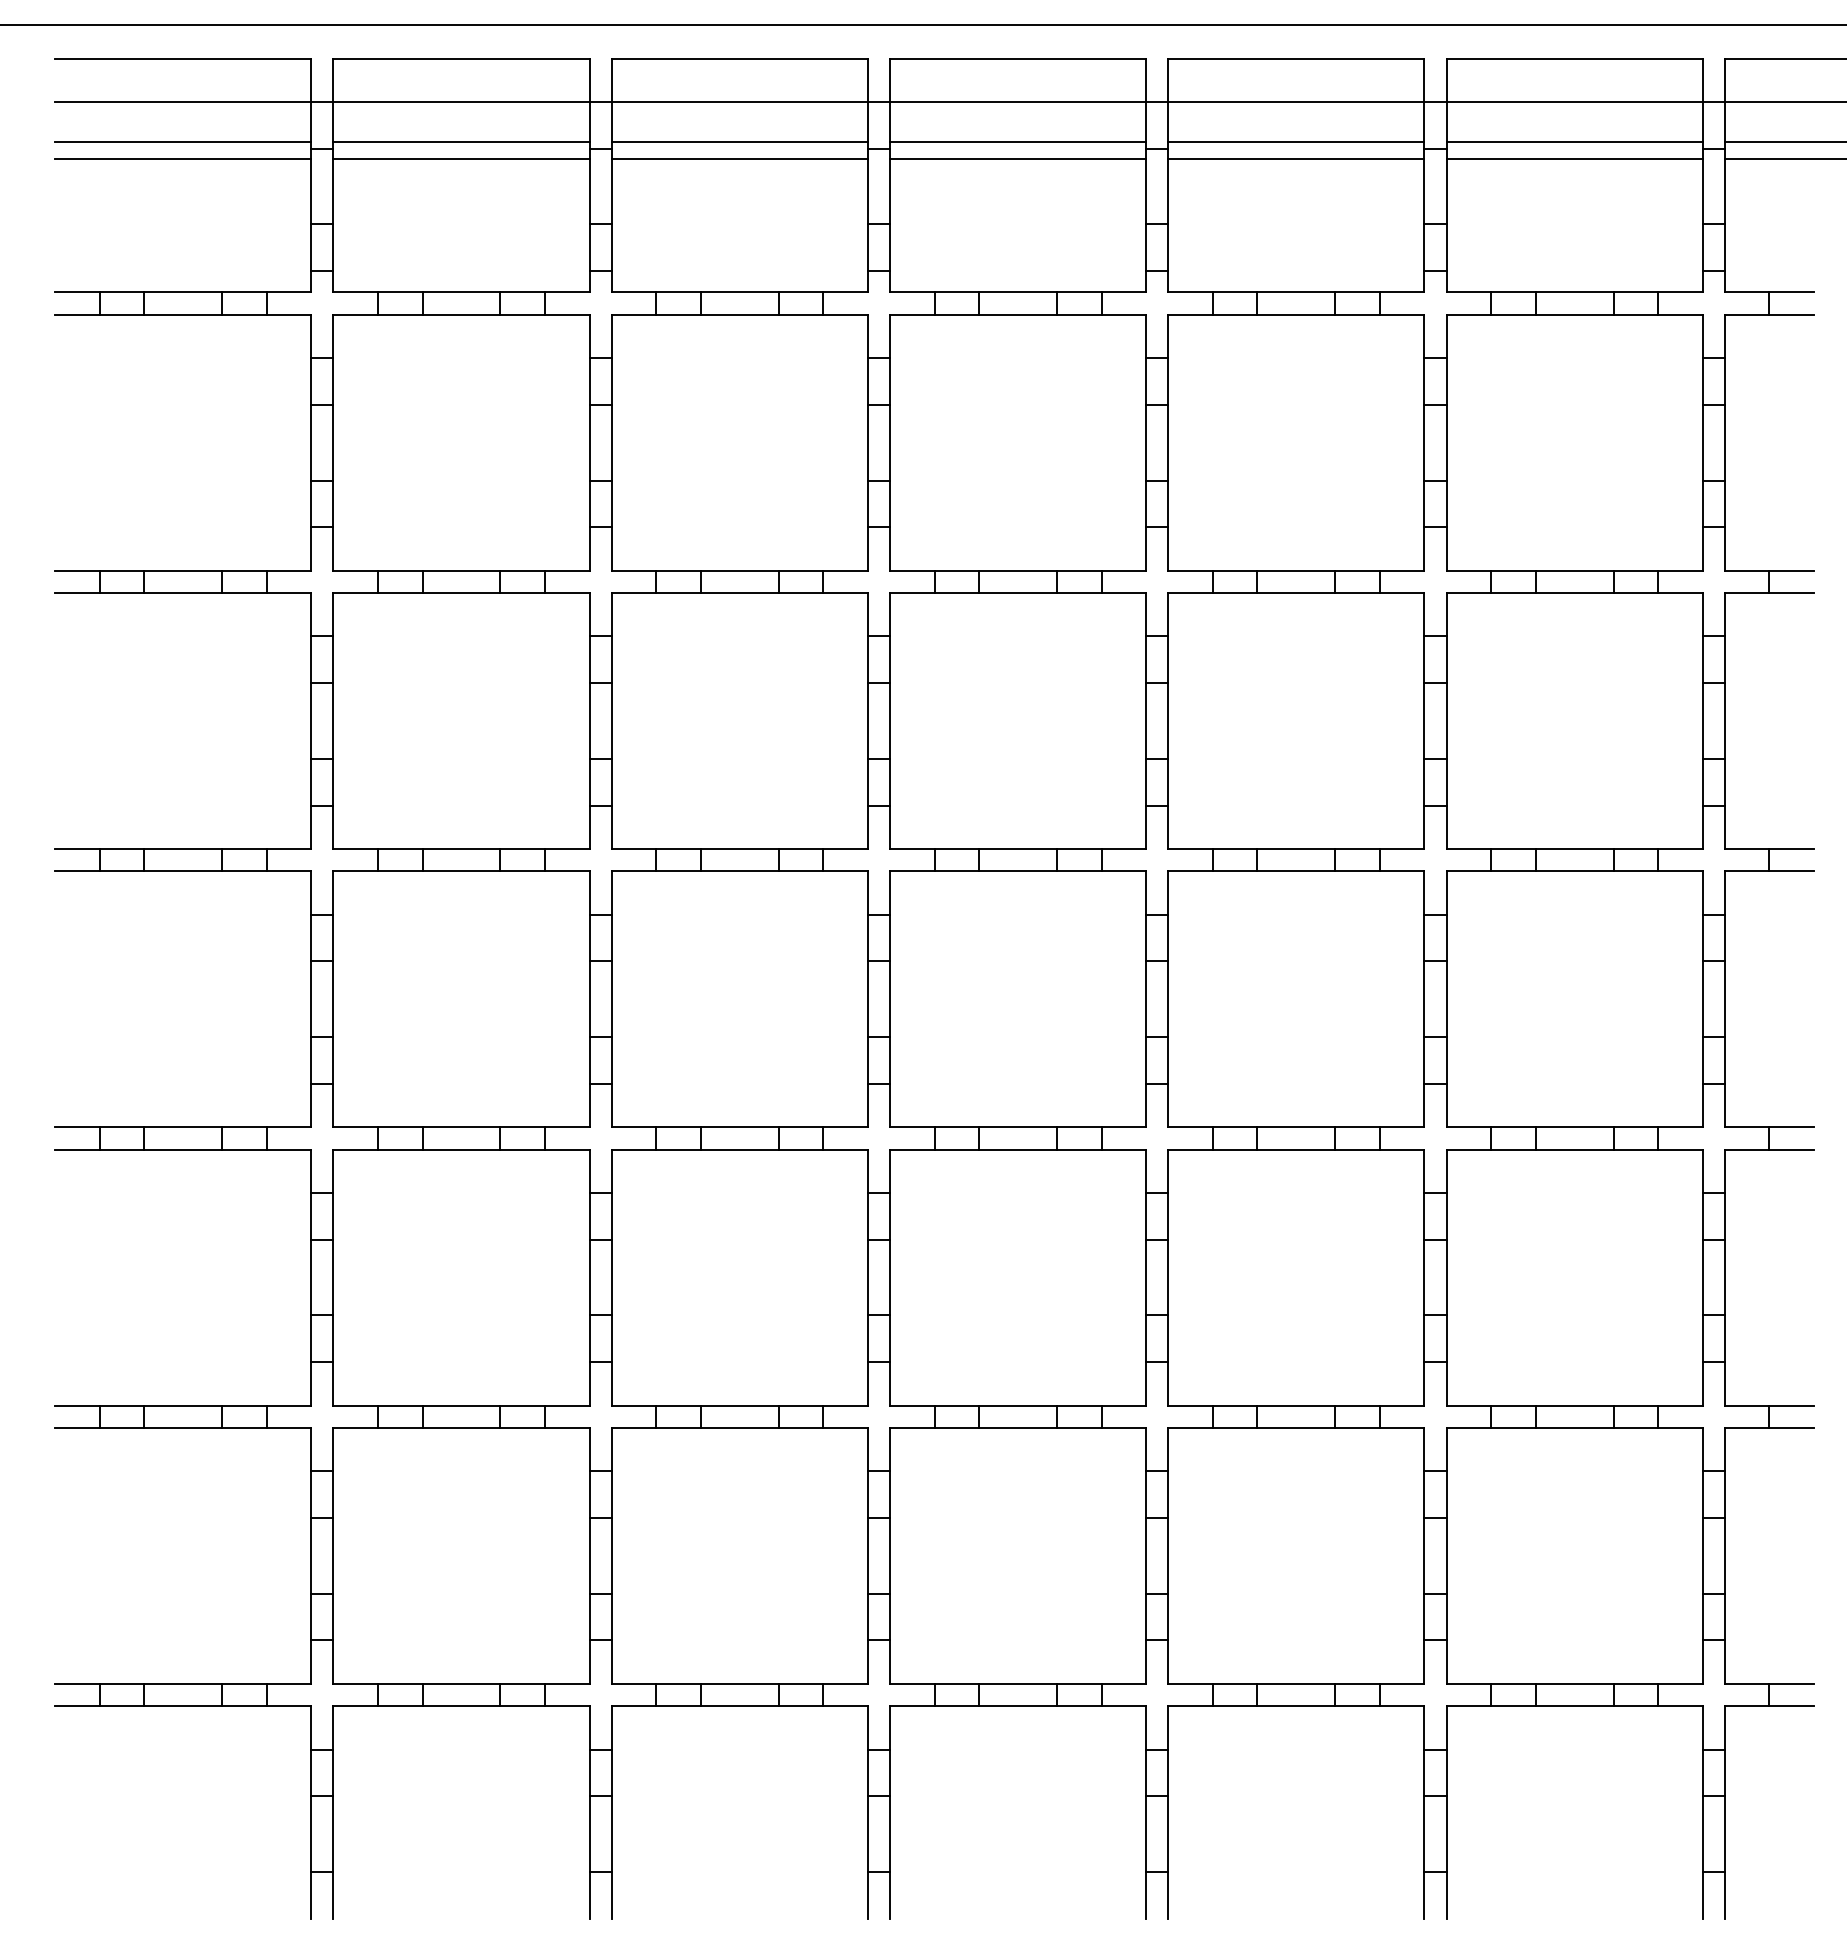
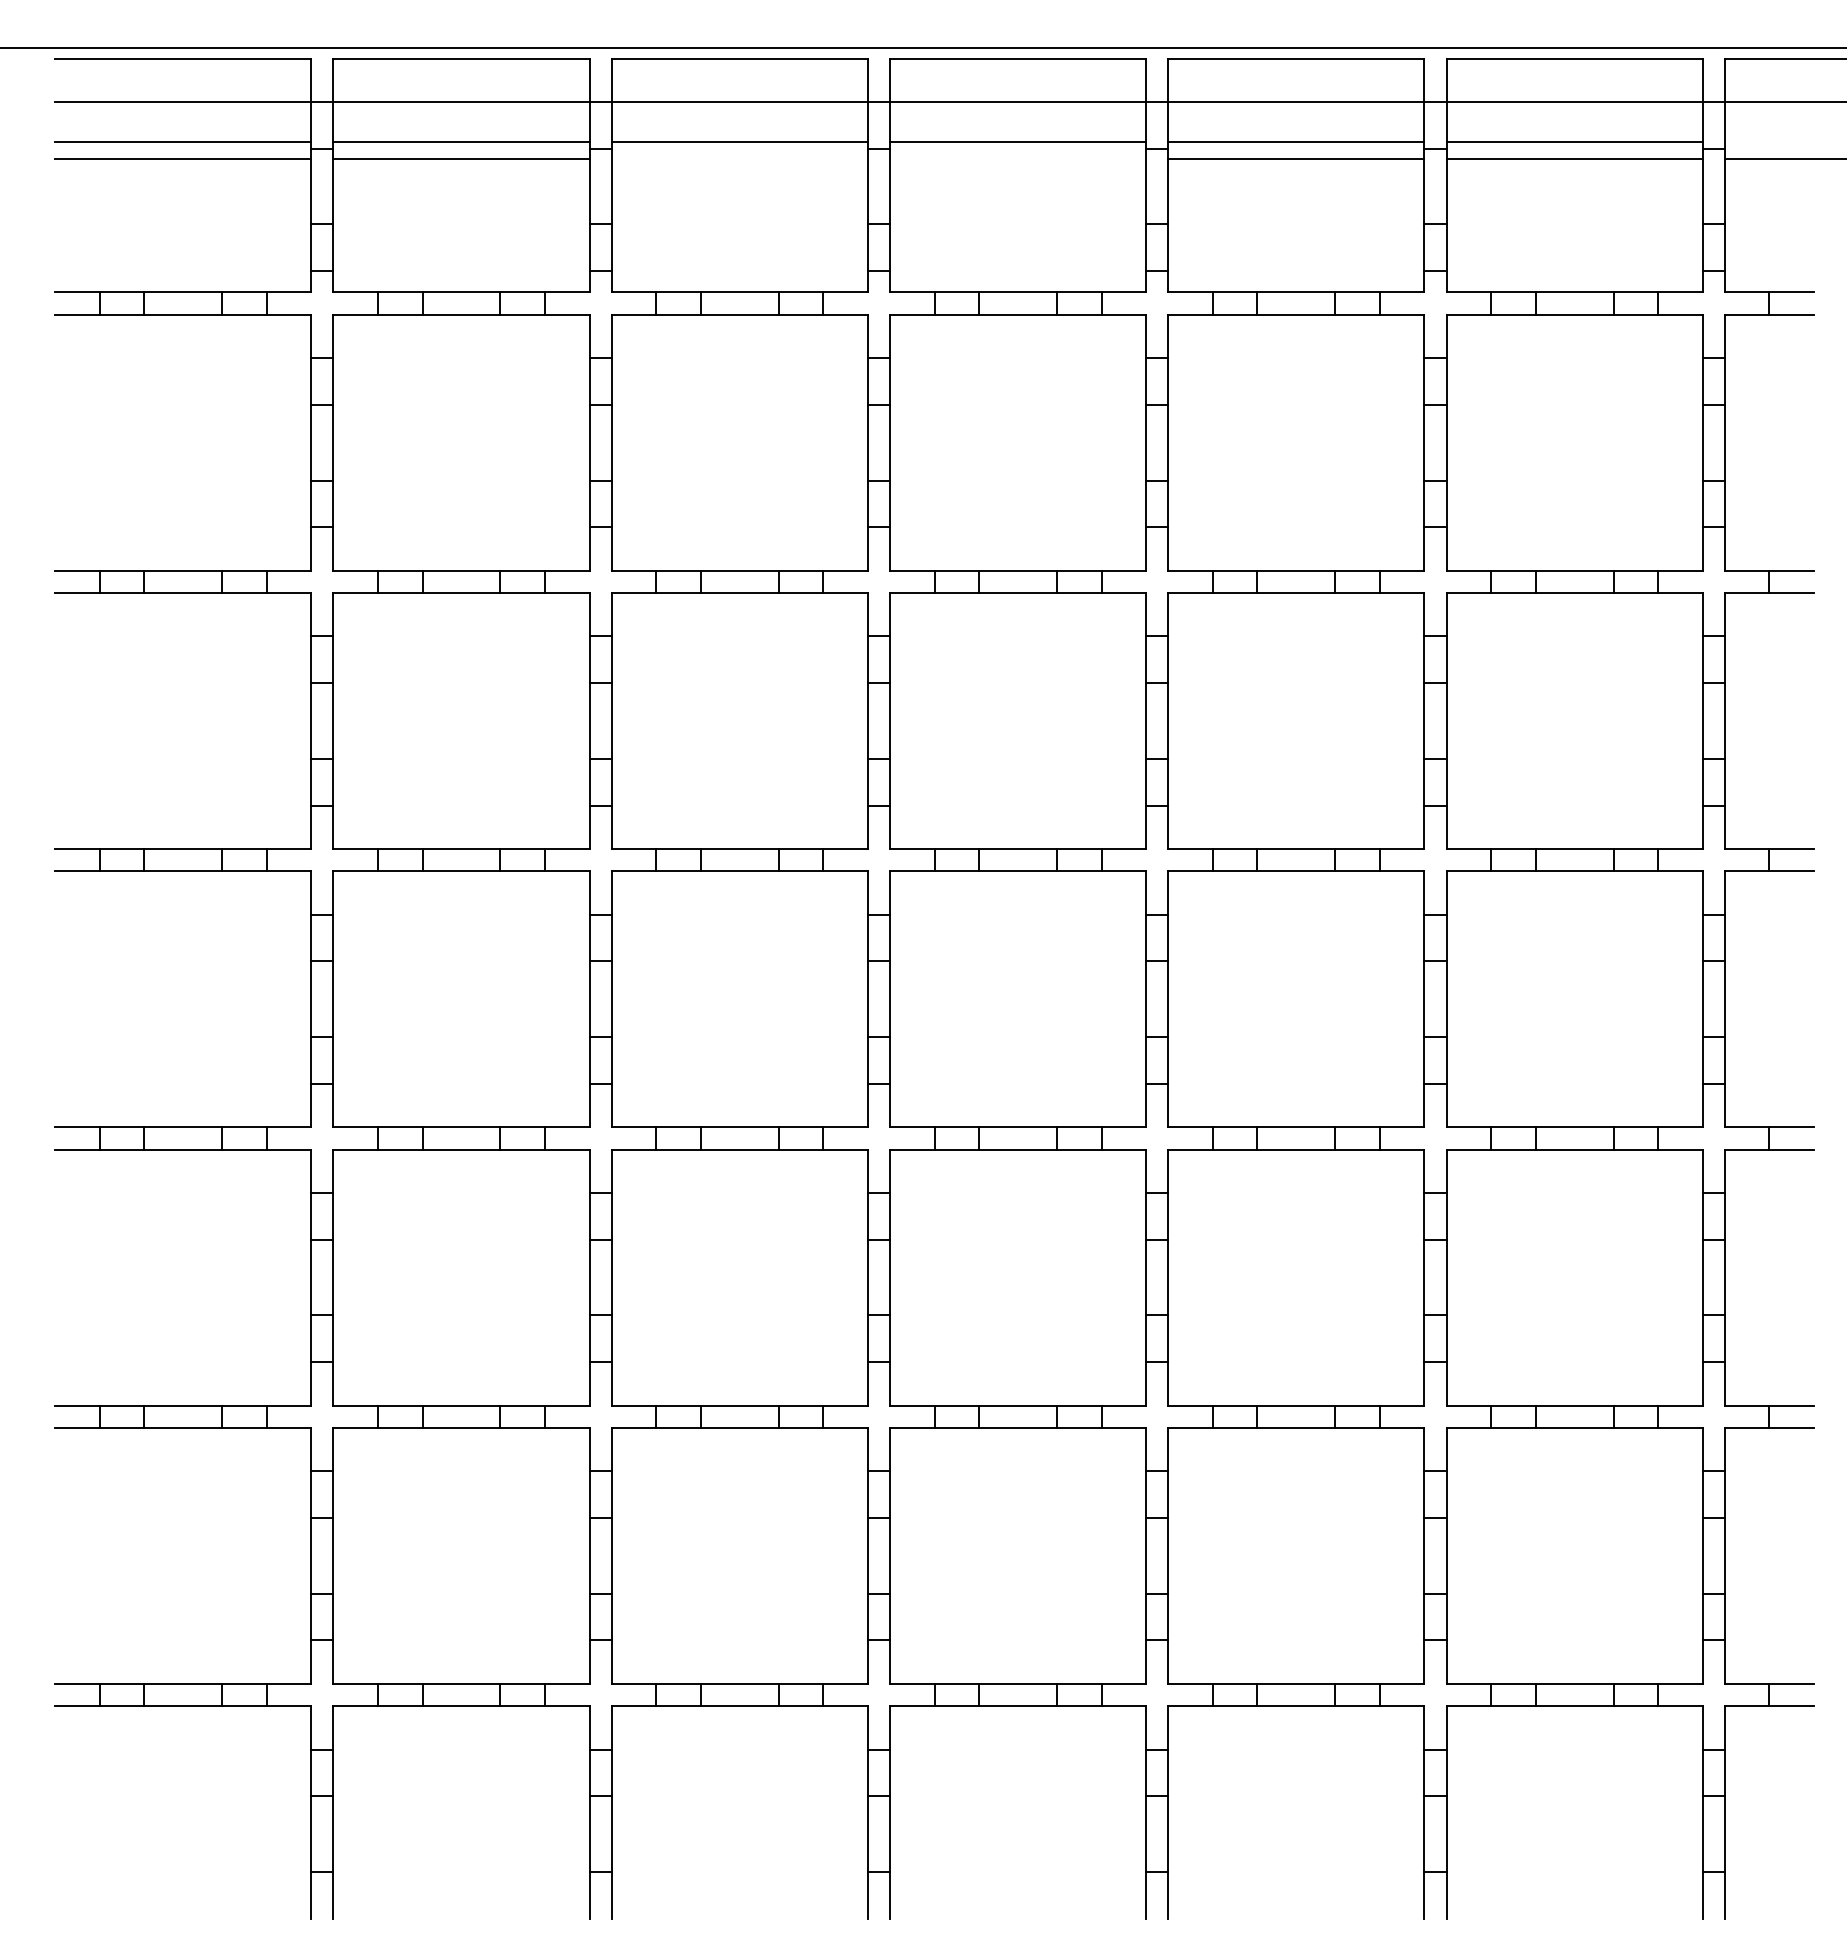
line at (922, 25) position: (922, 25) -> (922, 48)
line at (1783, 142): present -> none
line at (739, 159): present -> none
line at (1018, 159): present -> none
